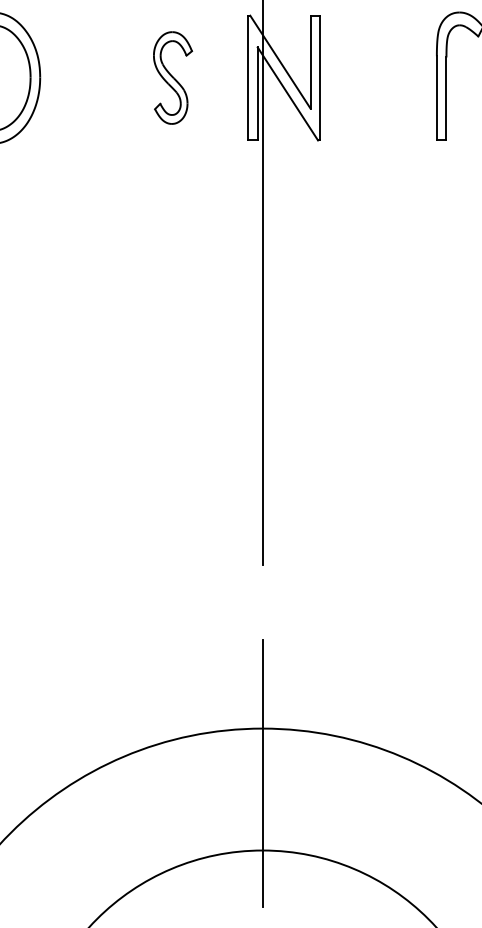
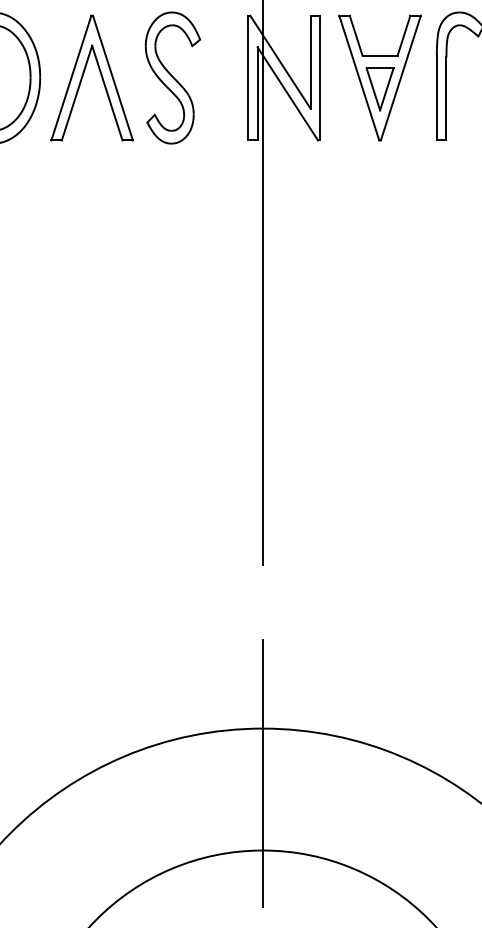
part at (84, 73): none -> present
part at (173, 77) size: 41x94 px -> 58x134 px
part at (379, 77): none -> present
